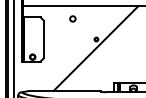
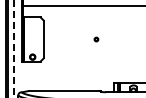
circle at (72, 18): present -> none
line at (14, 48): solid -> dashed
line at (95, 48): present -> none
